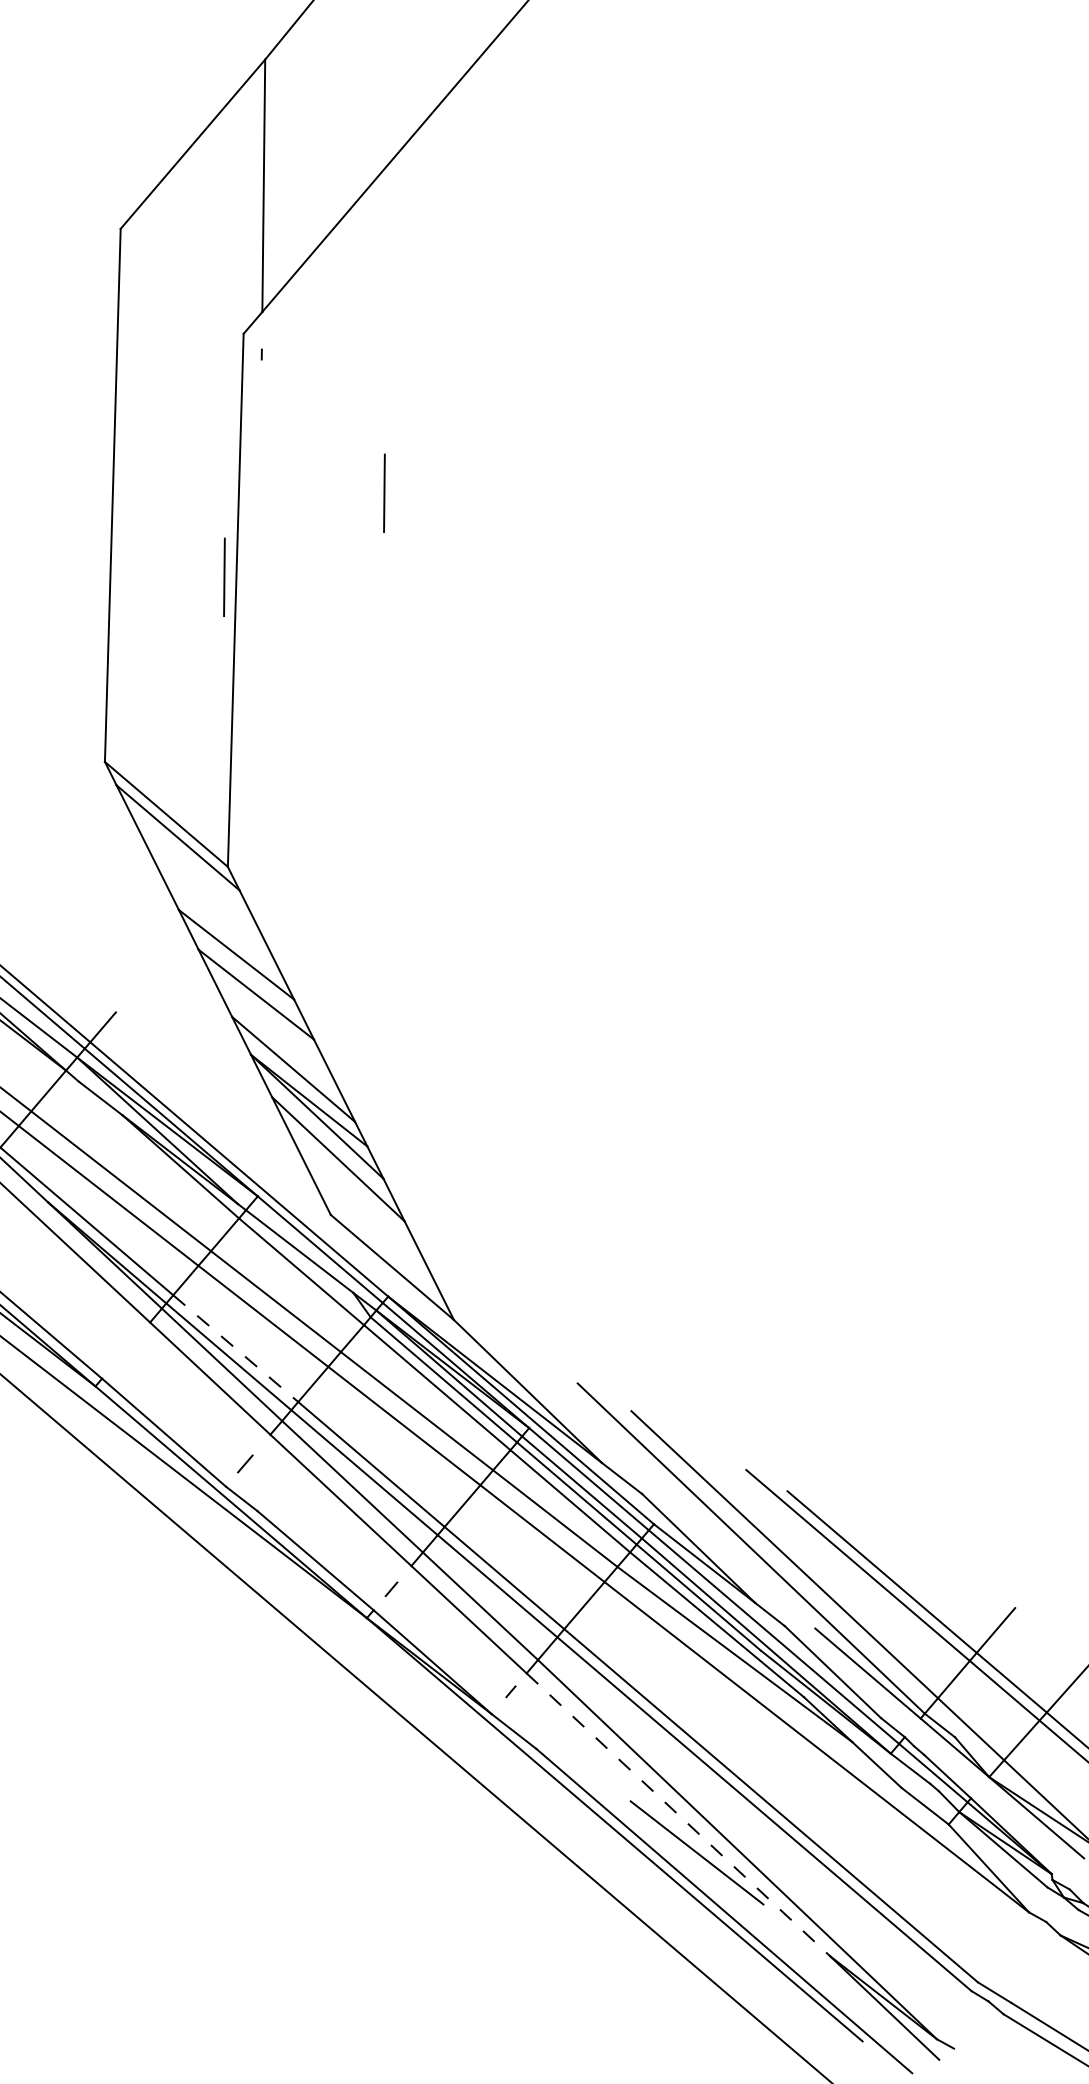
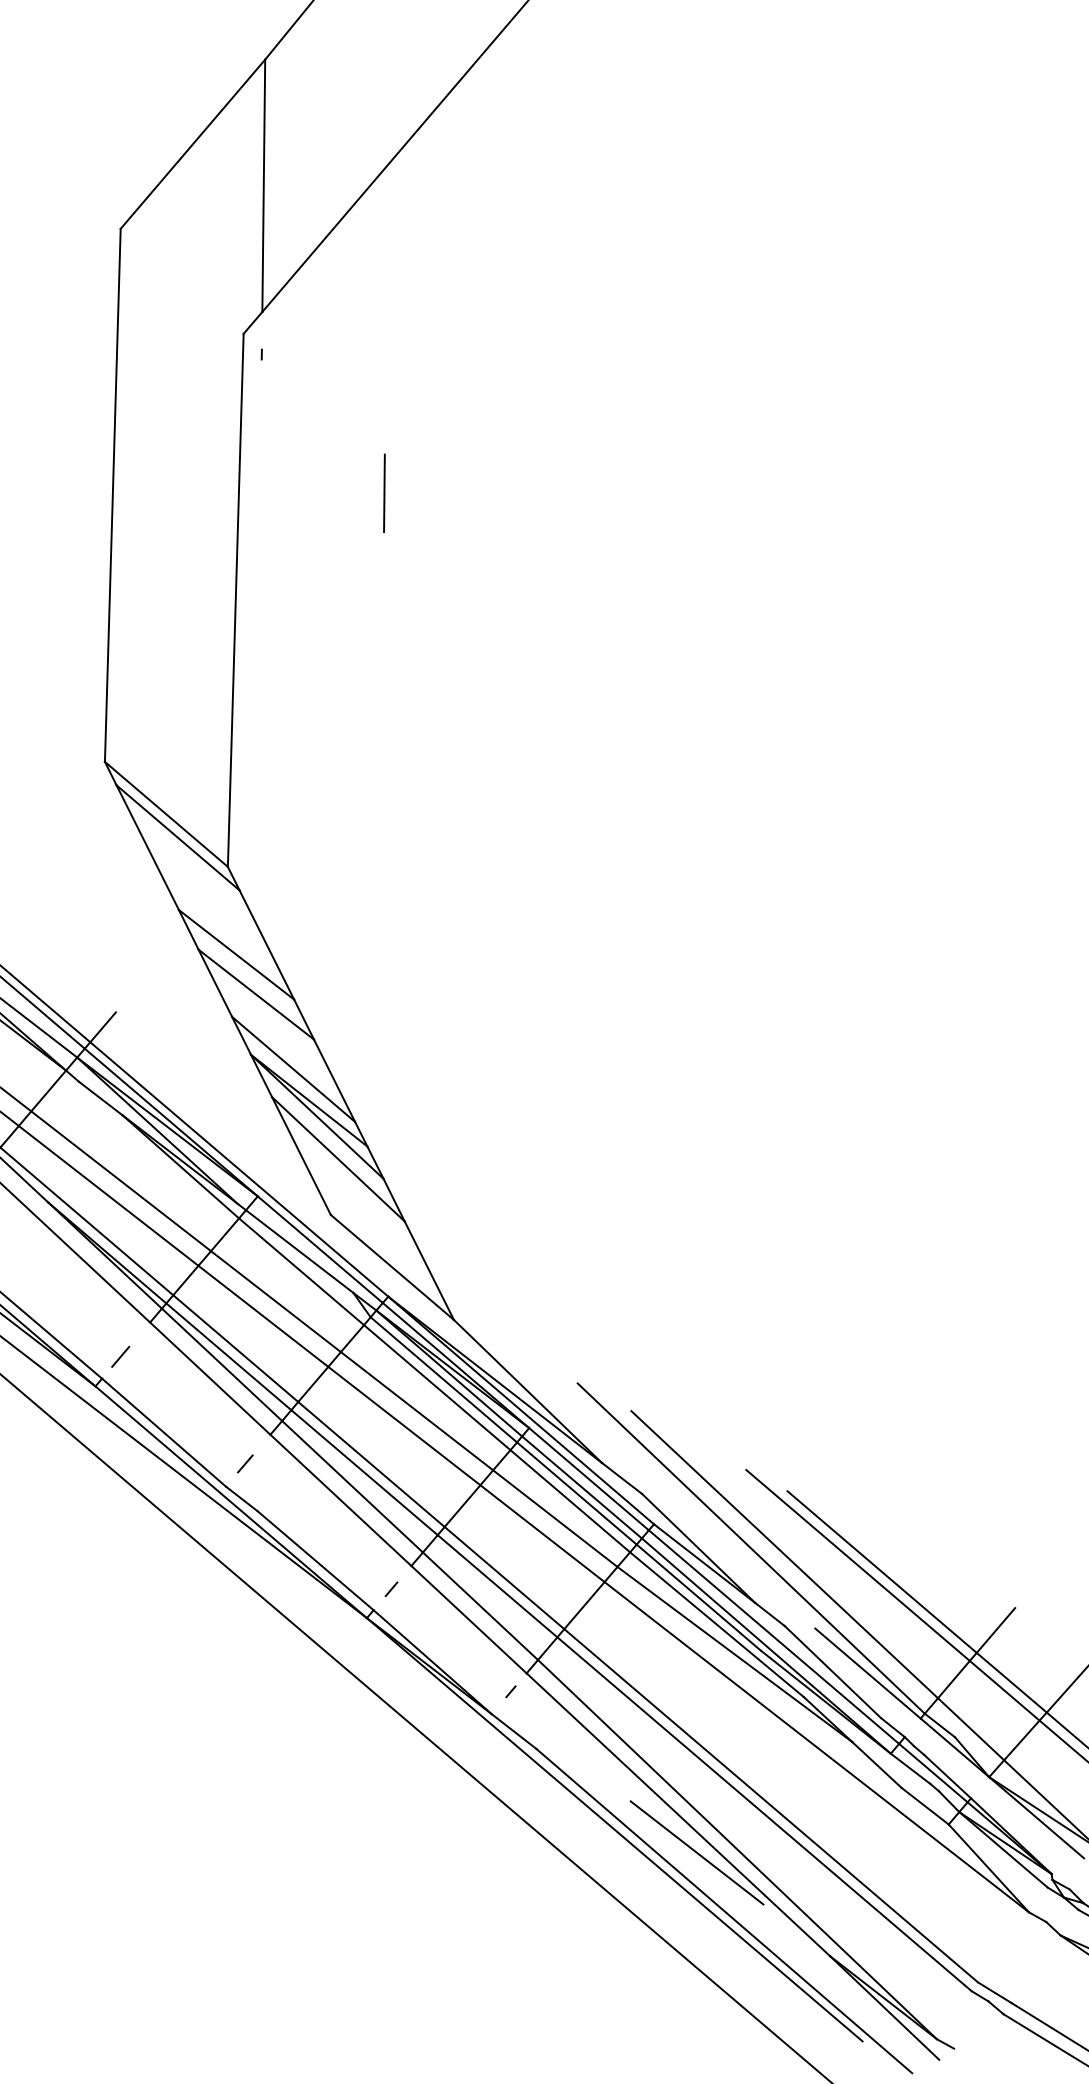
line at (224, 576): present -> none
line at (236, 1348): dashed -> solid
line at (120, 1356): none -> present
line at (678, 1815): dashed -> solid
